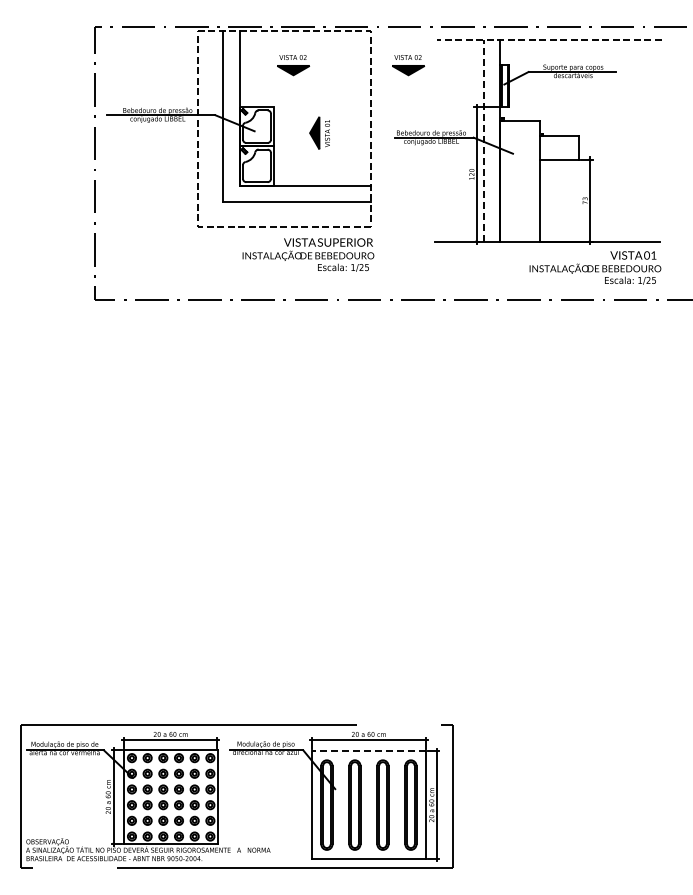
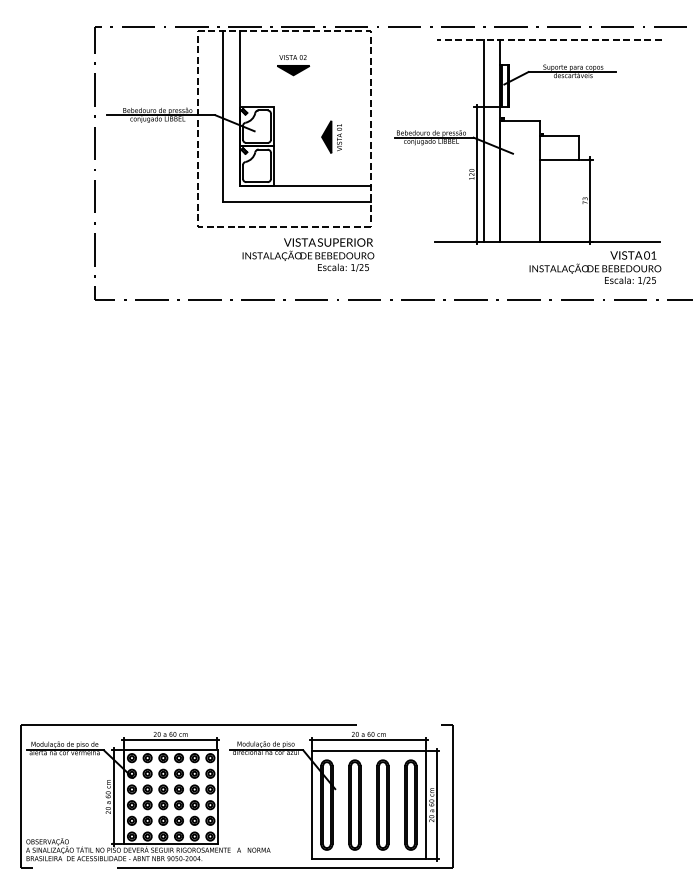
part at (408, 65): present -> none
part at (319, 132) position: (319, 132) -> (331, 136)
line at (483, 140): dashed -> solid
line at (368, 750): dashed -> solid
